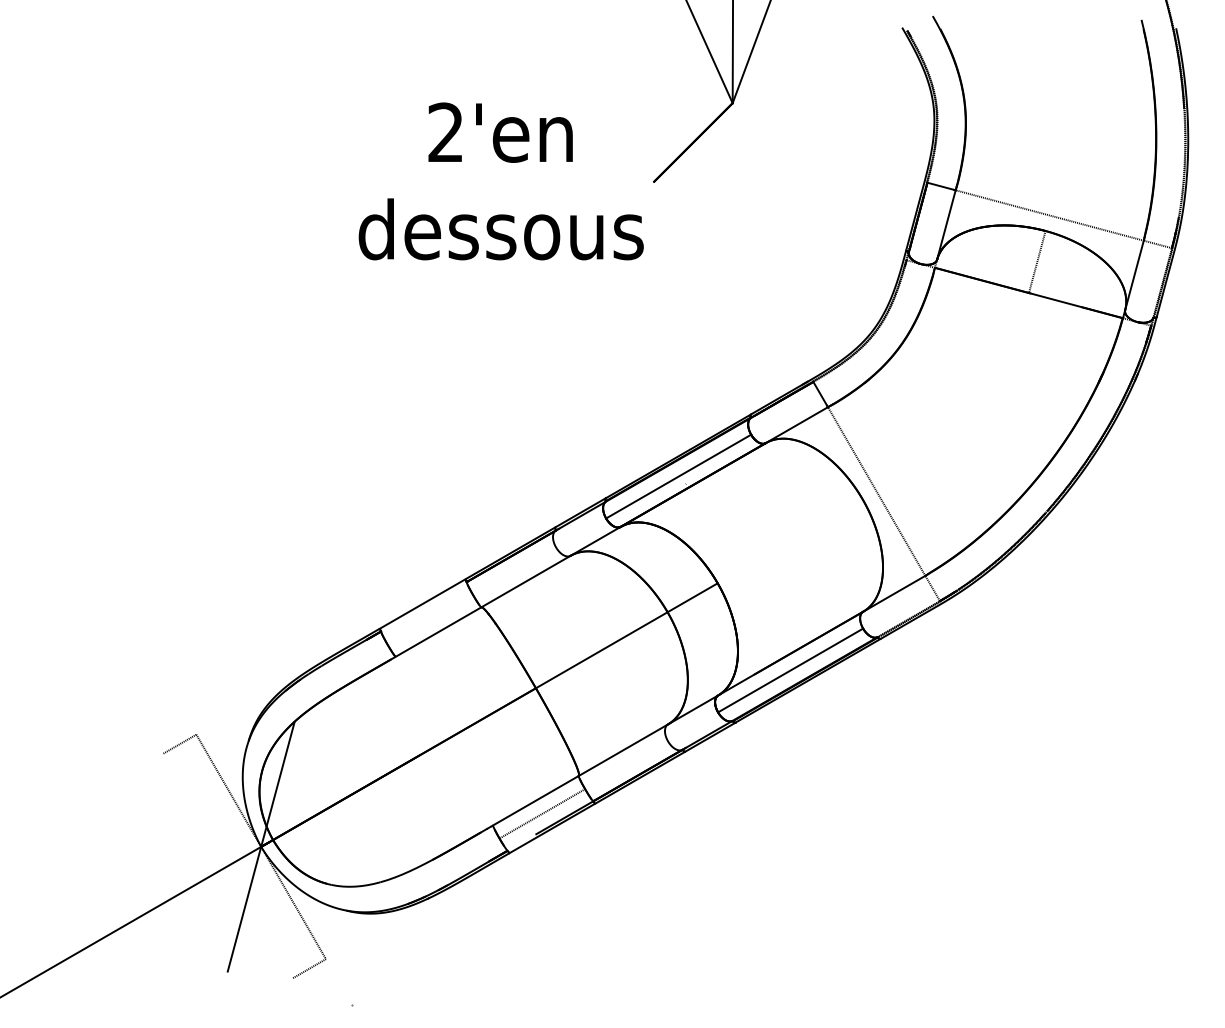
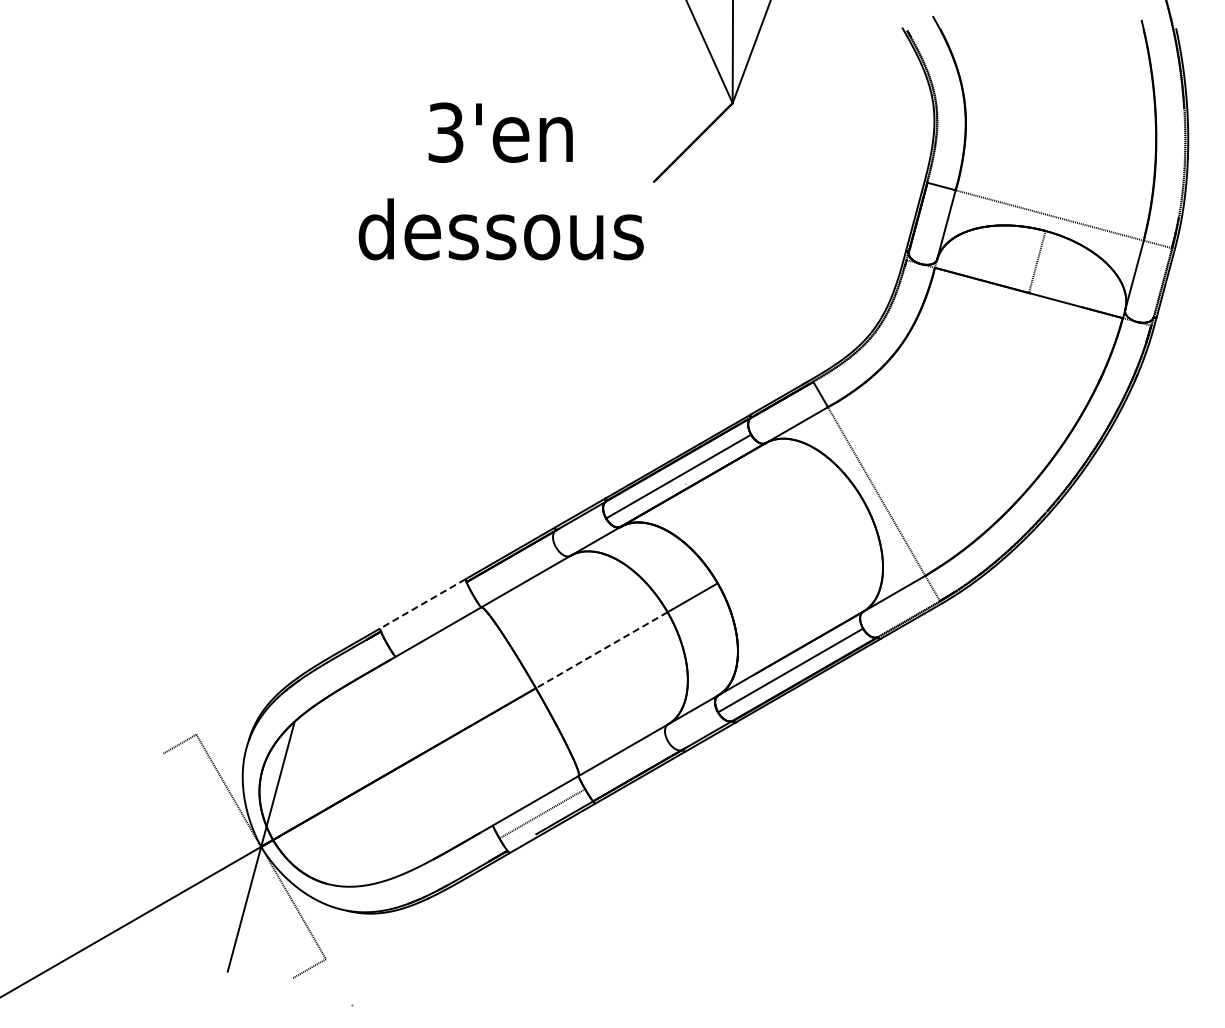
text at (445, 132): 2'en -> 3'en
line at (422, 604): solid -> dashed
line at (601, 650): solid -> dashed
